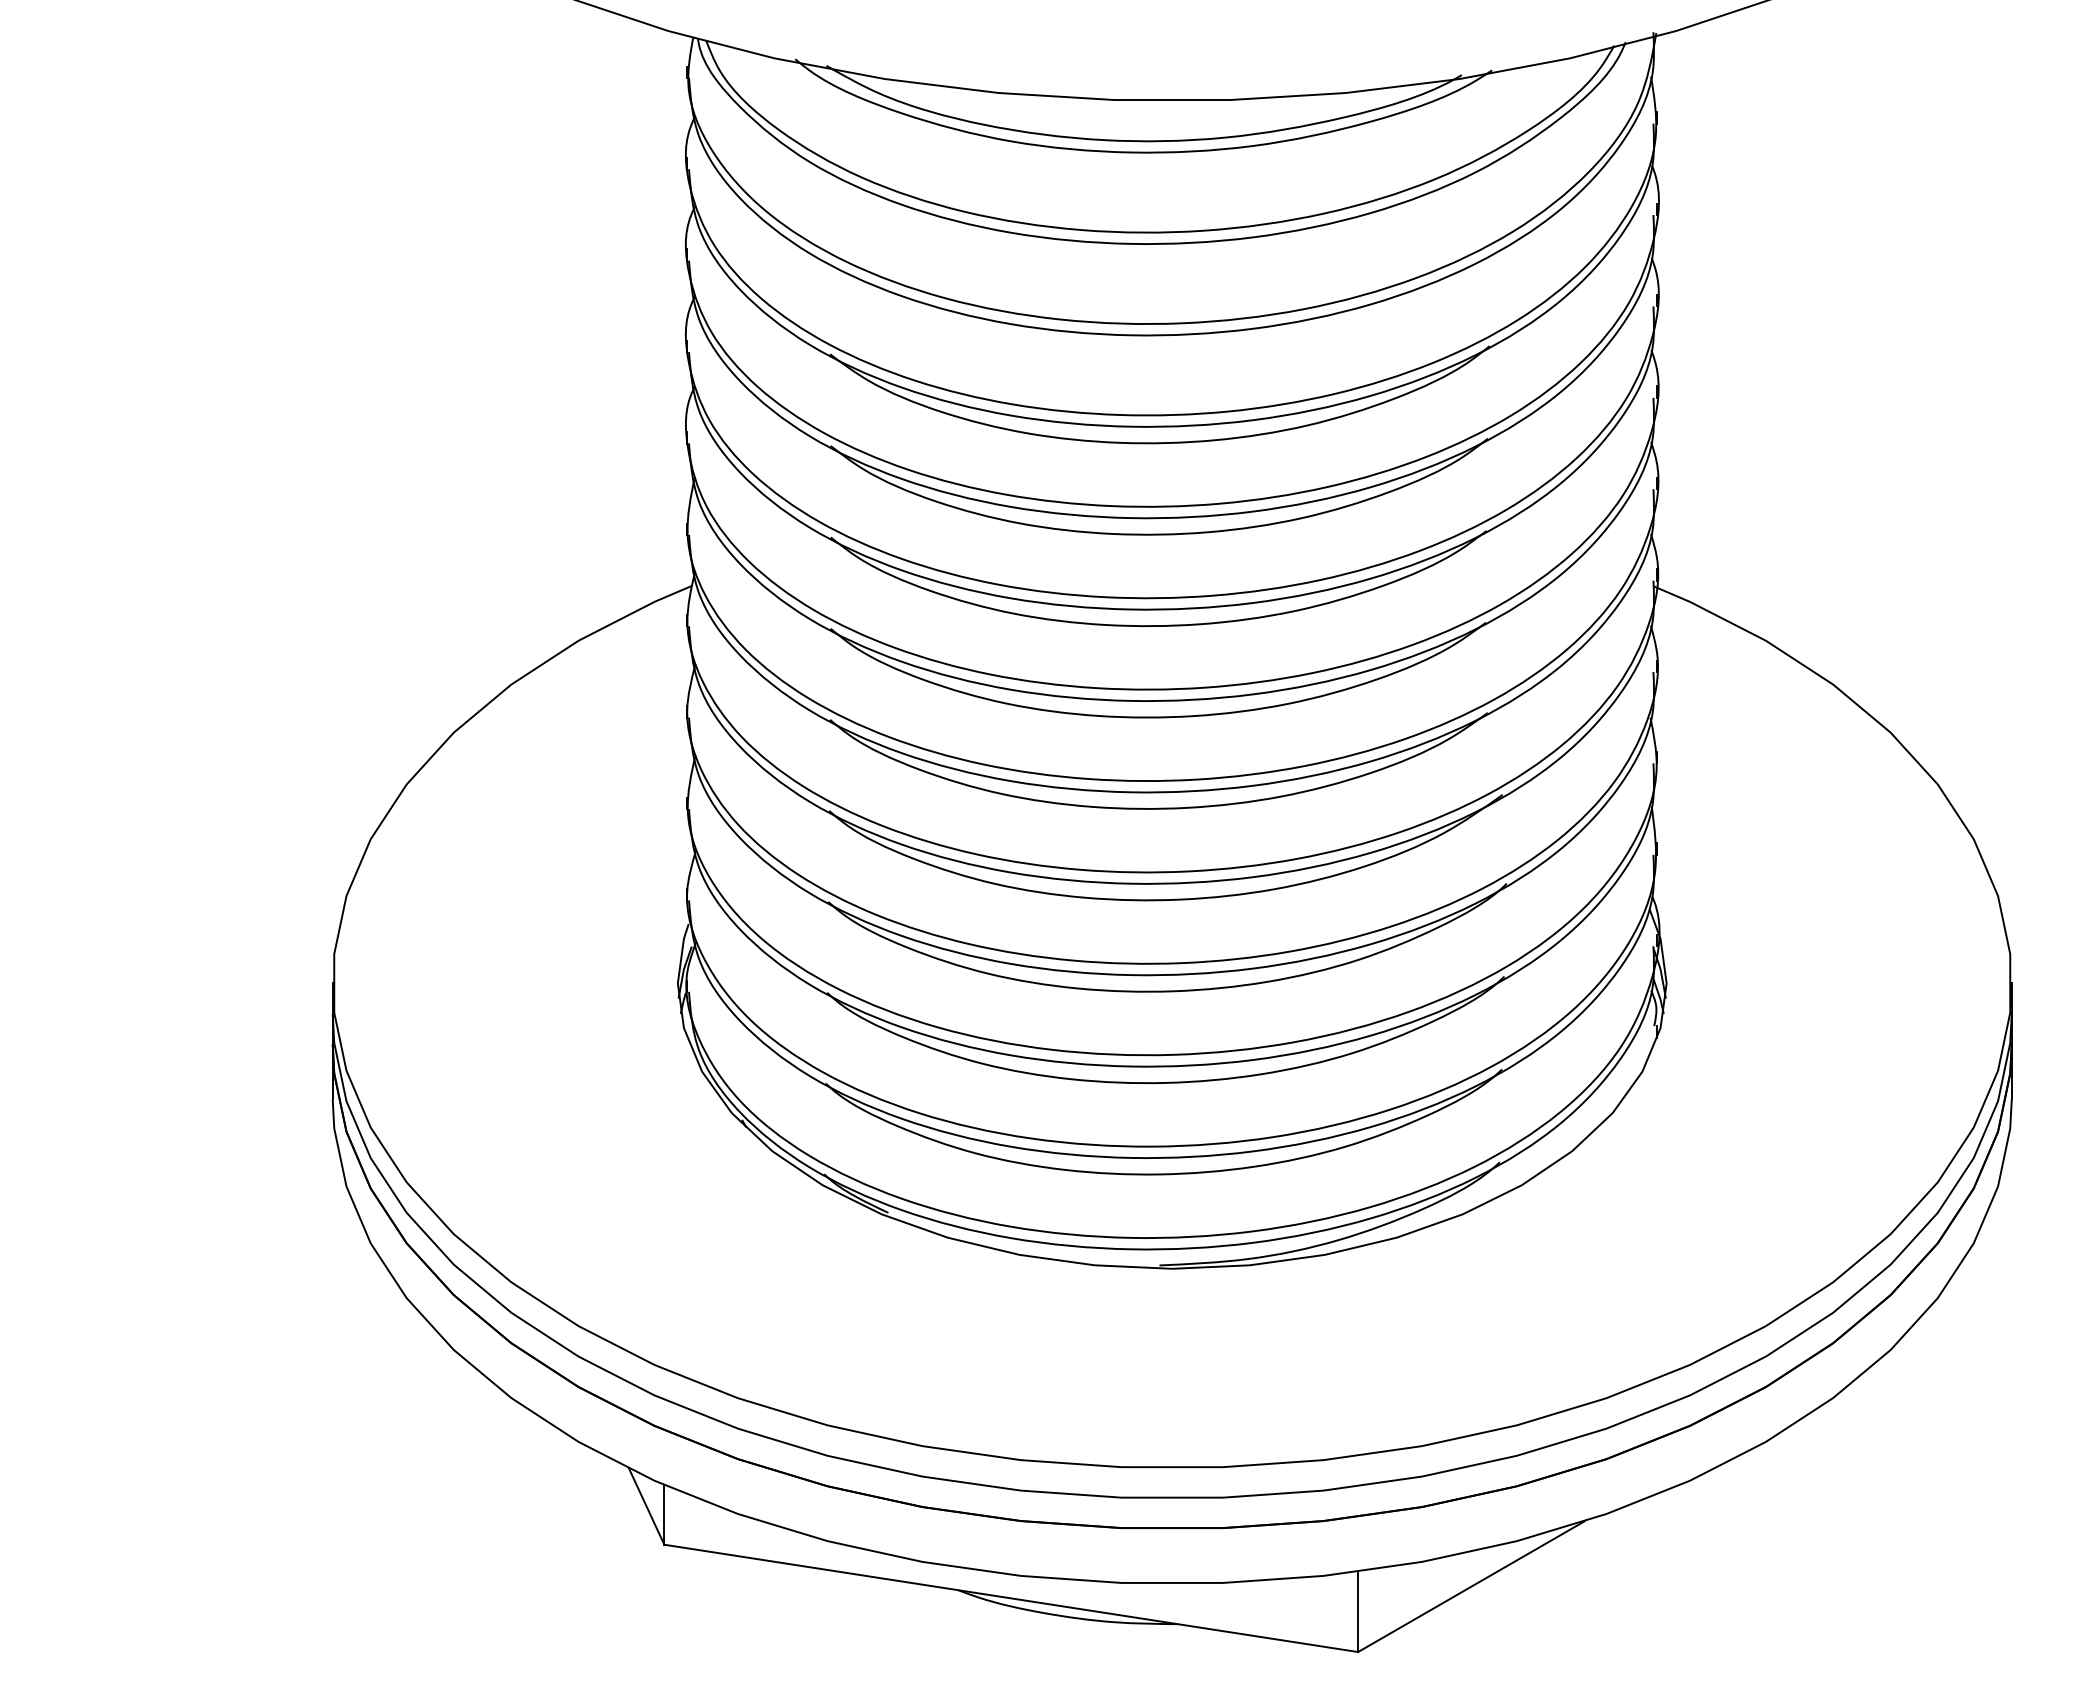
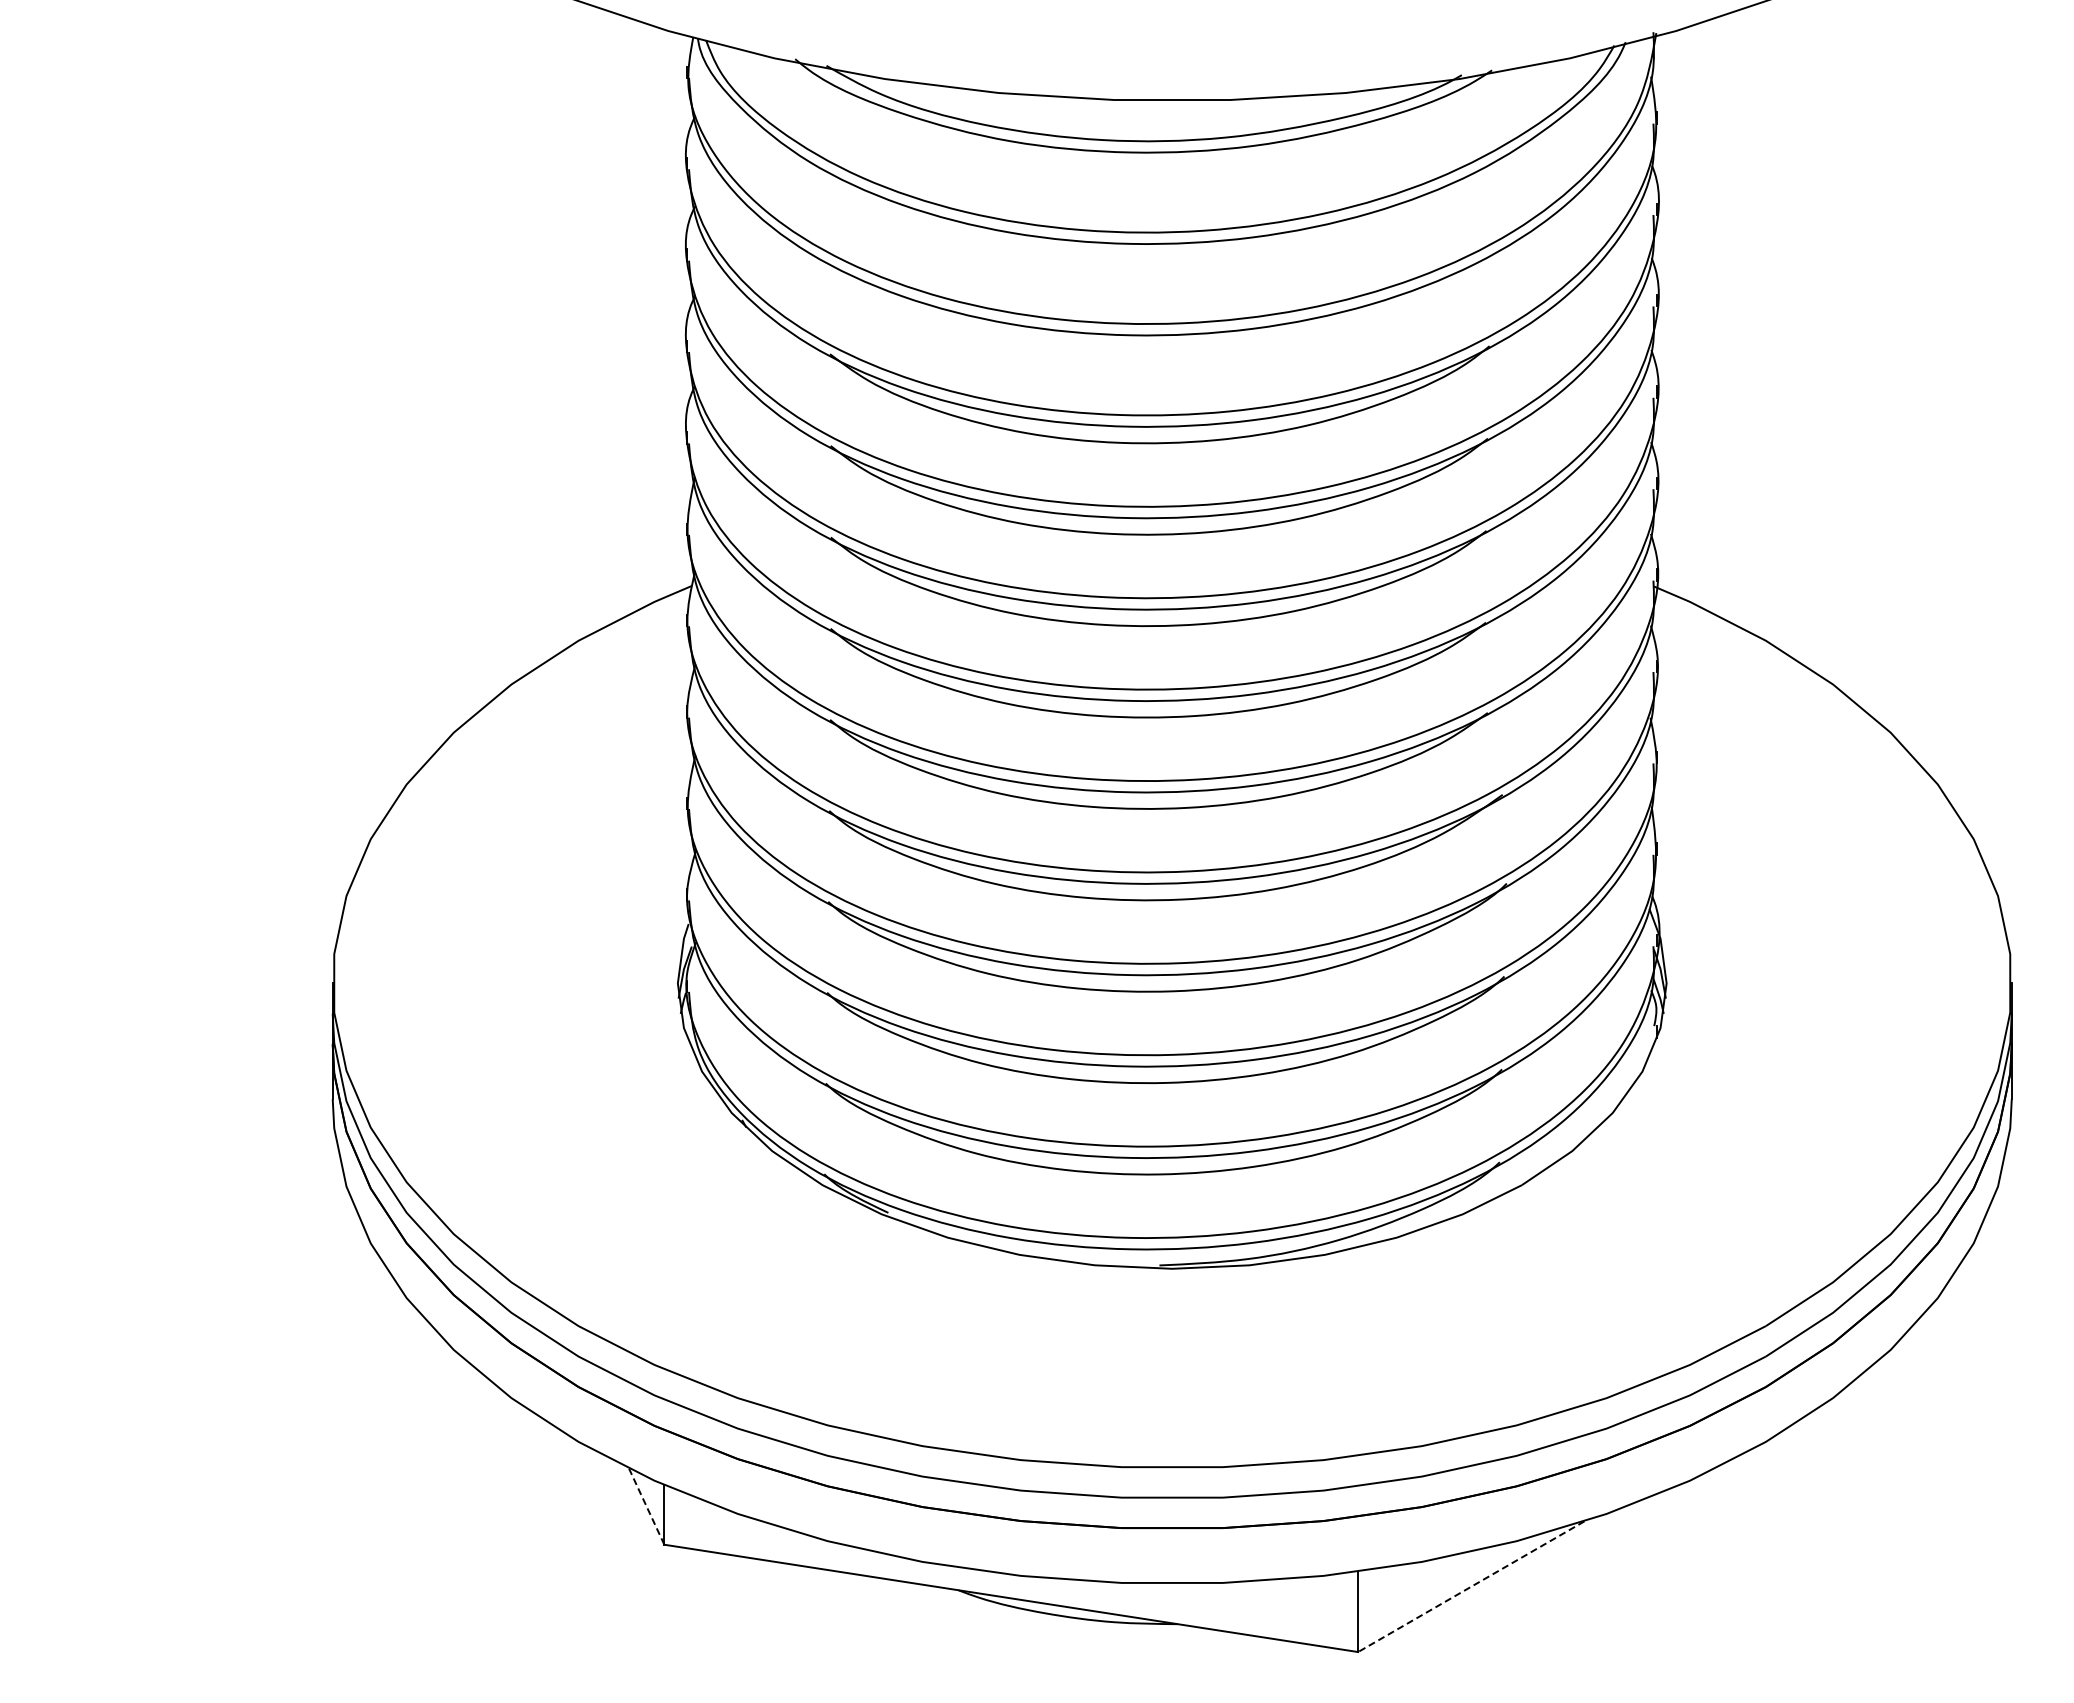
line at (646, 1506): solid -> dashed
line at (1471, 1586): solid -> dashed
